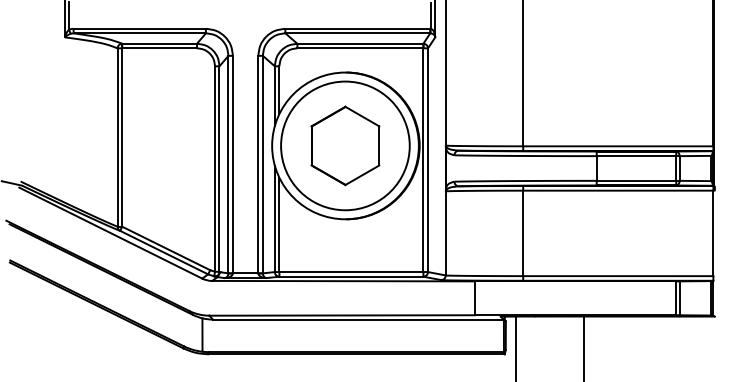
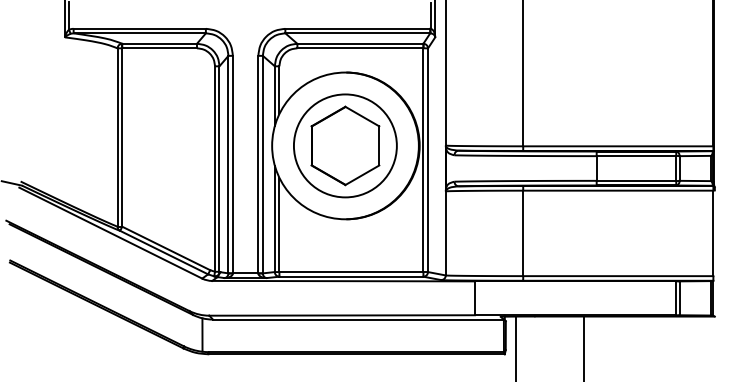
circle at (345, 145) diameter: 129 px -> 103 px
